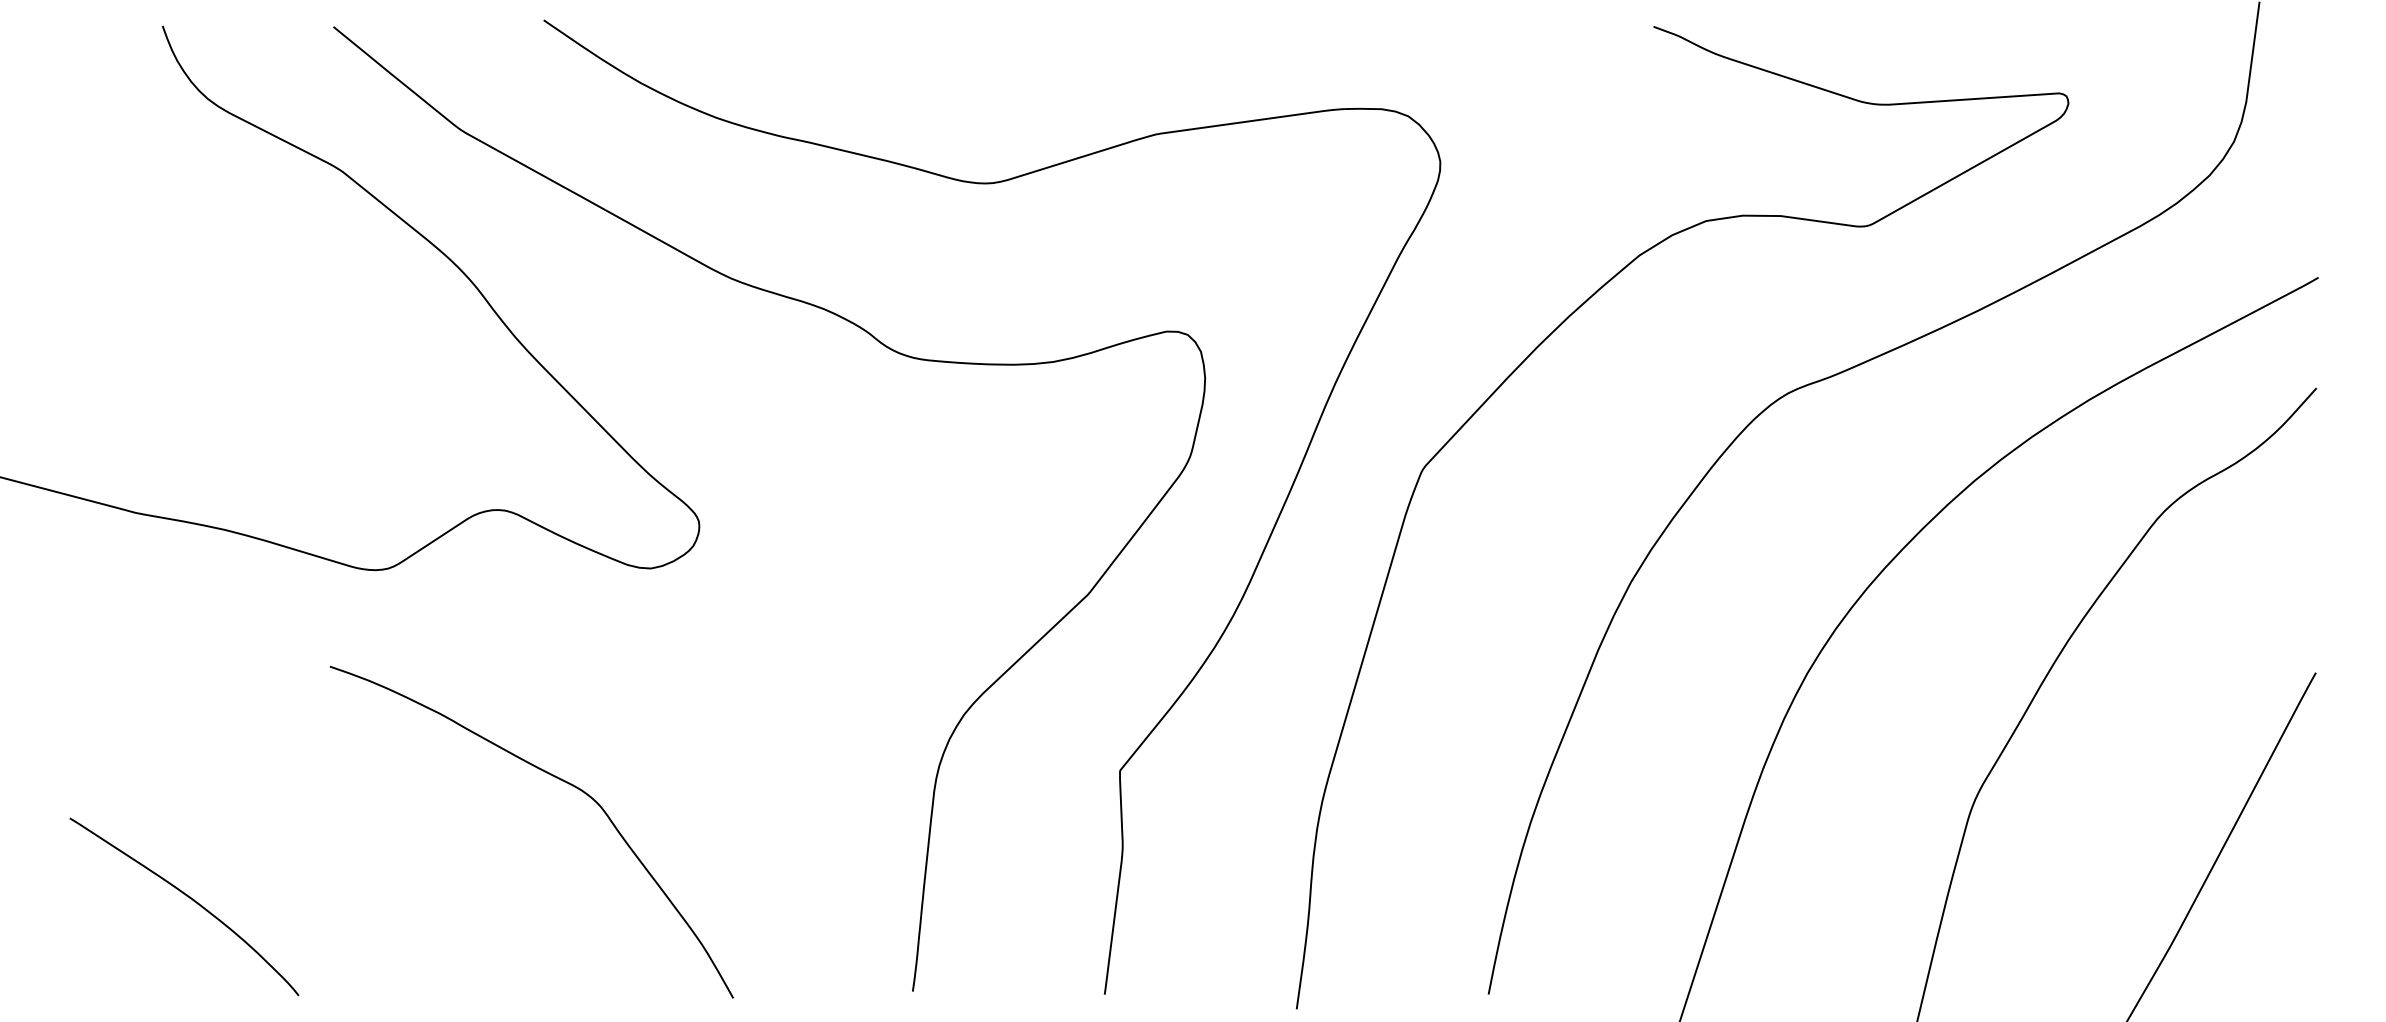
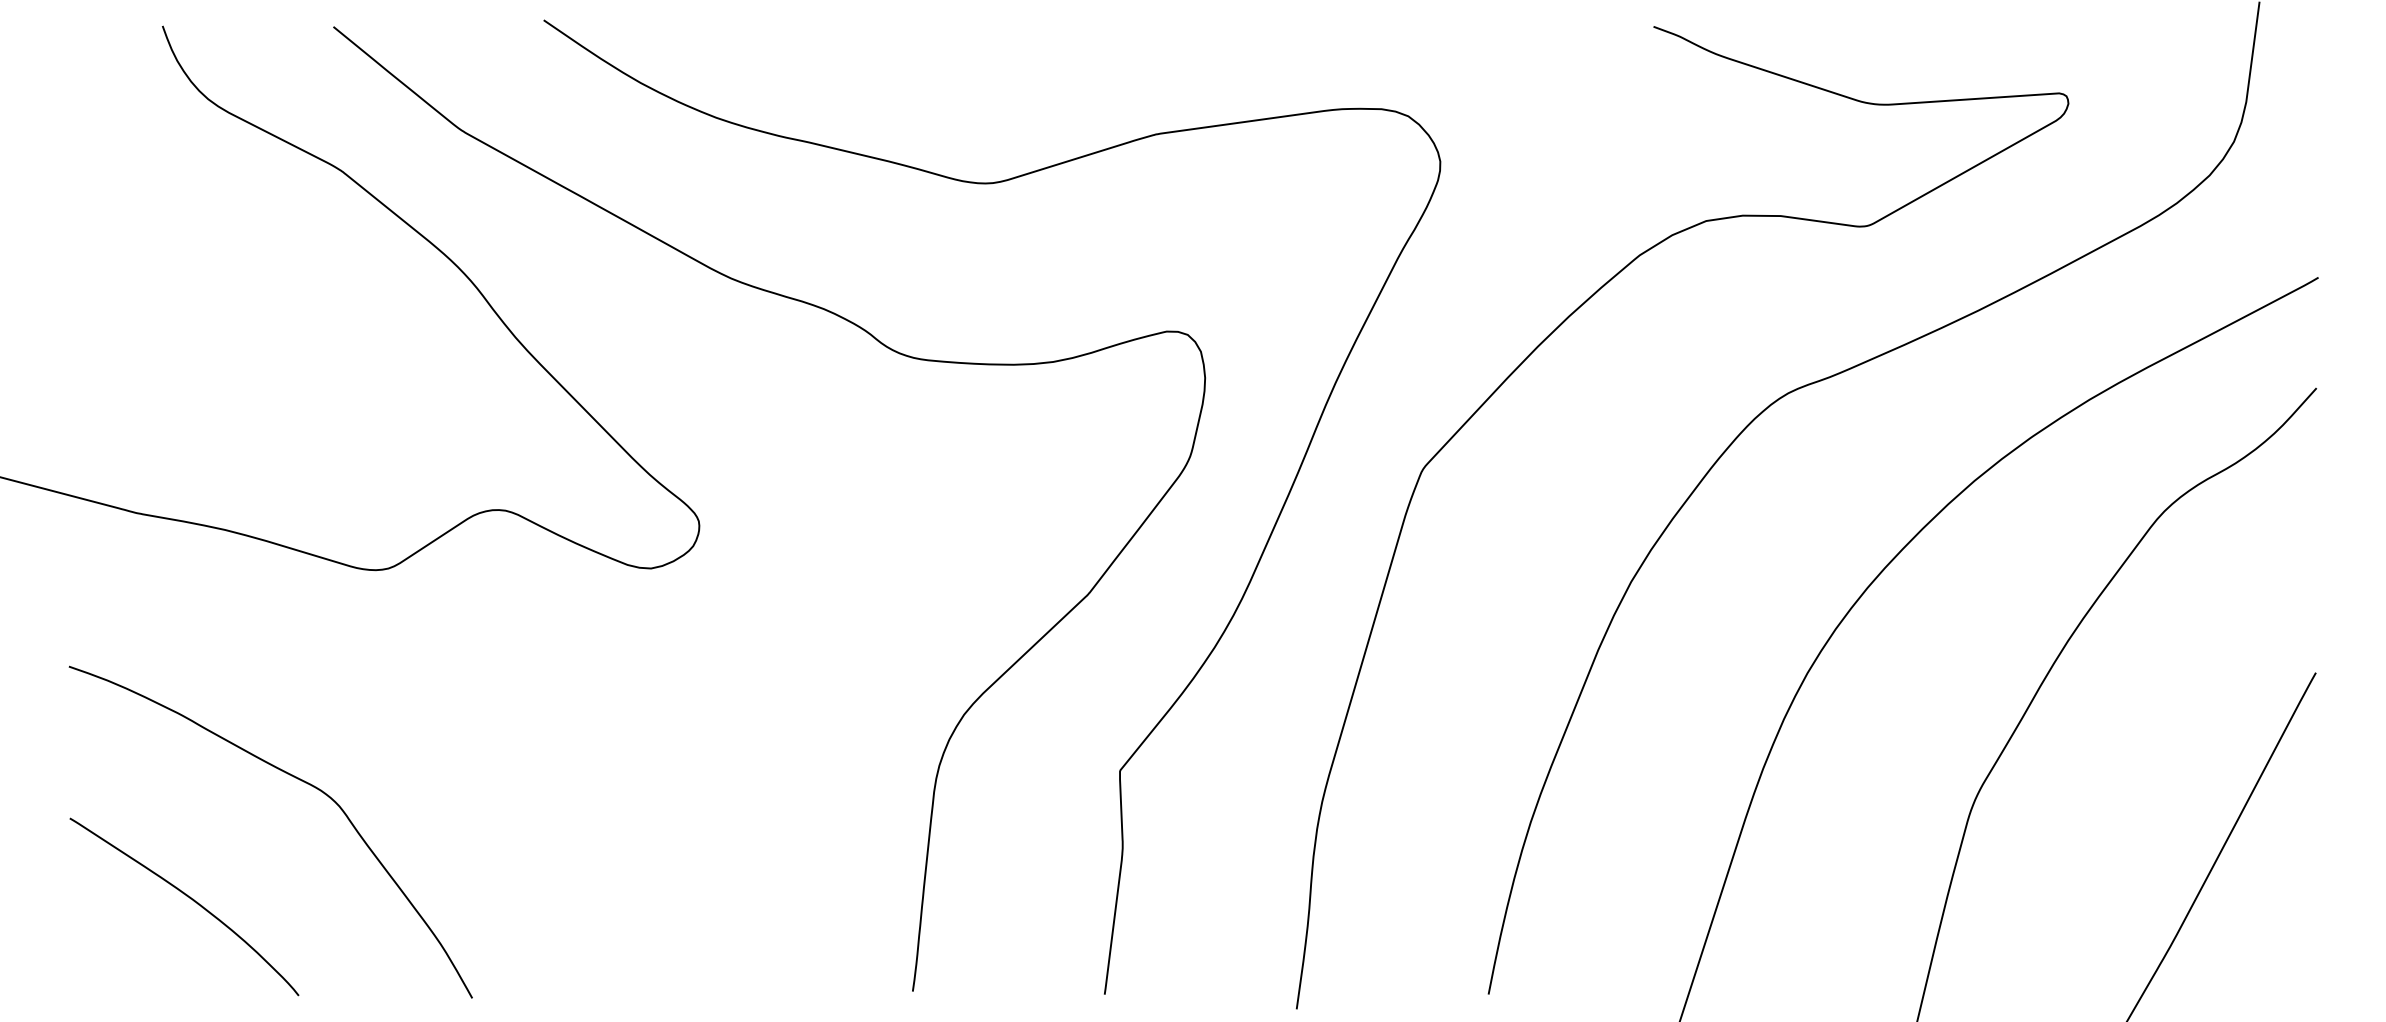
curve at (558, 779) position: (558, 779) -> (297, 779)
